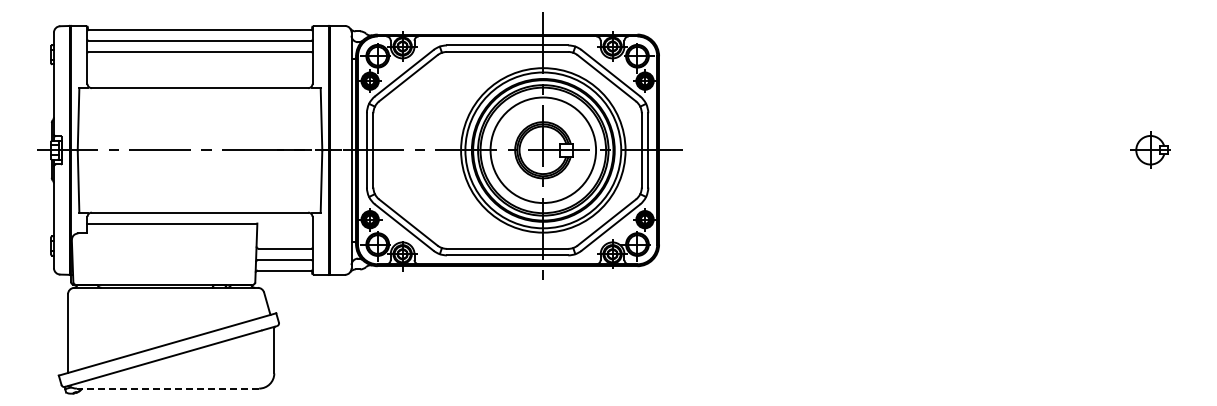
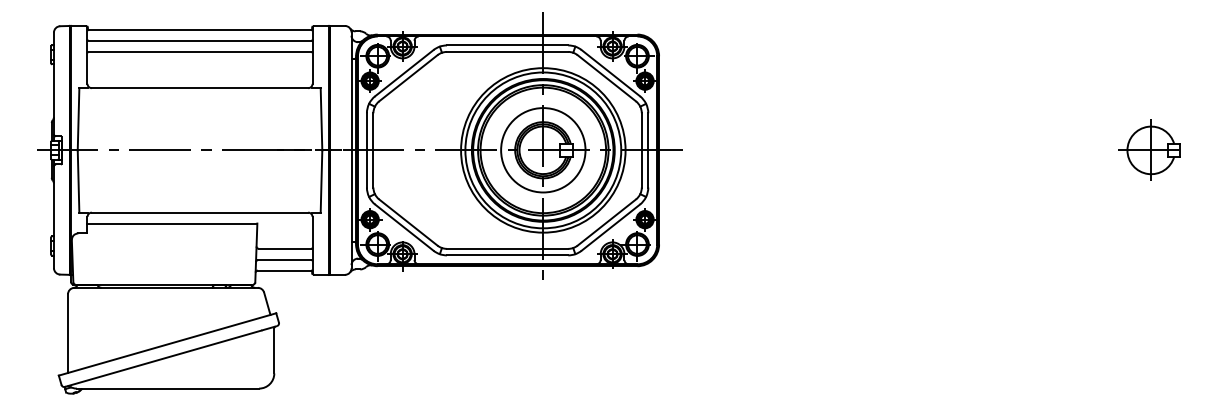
part at (1150, 149) size: 41x38 px -> 63x62 px
circle at (543, 150) diameter: 106 px -> 84 px
line at (167, 388): dashed -> solid
